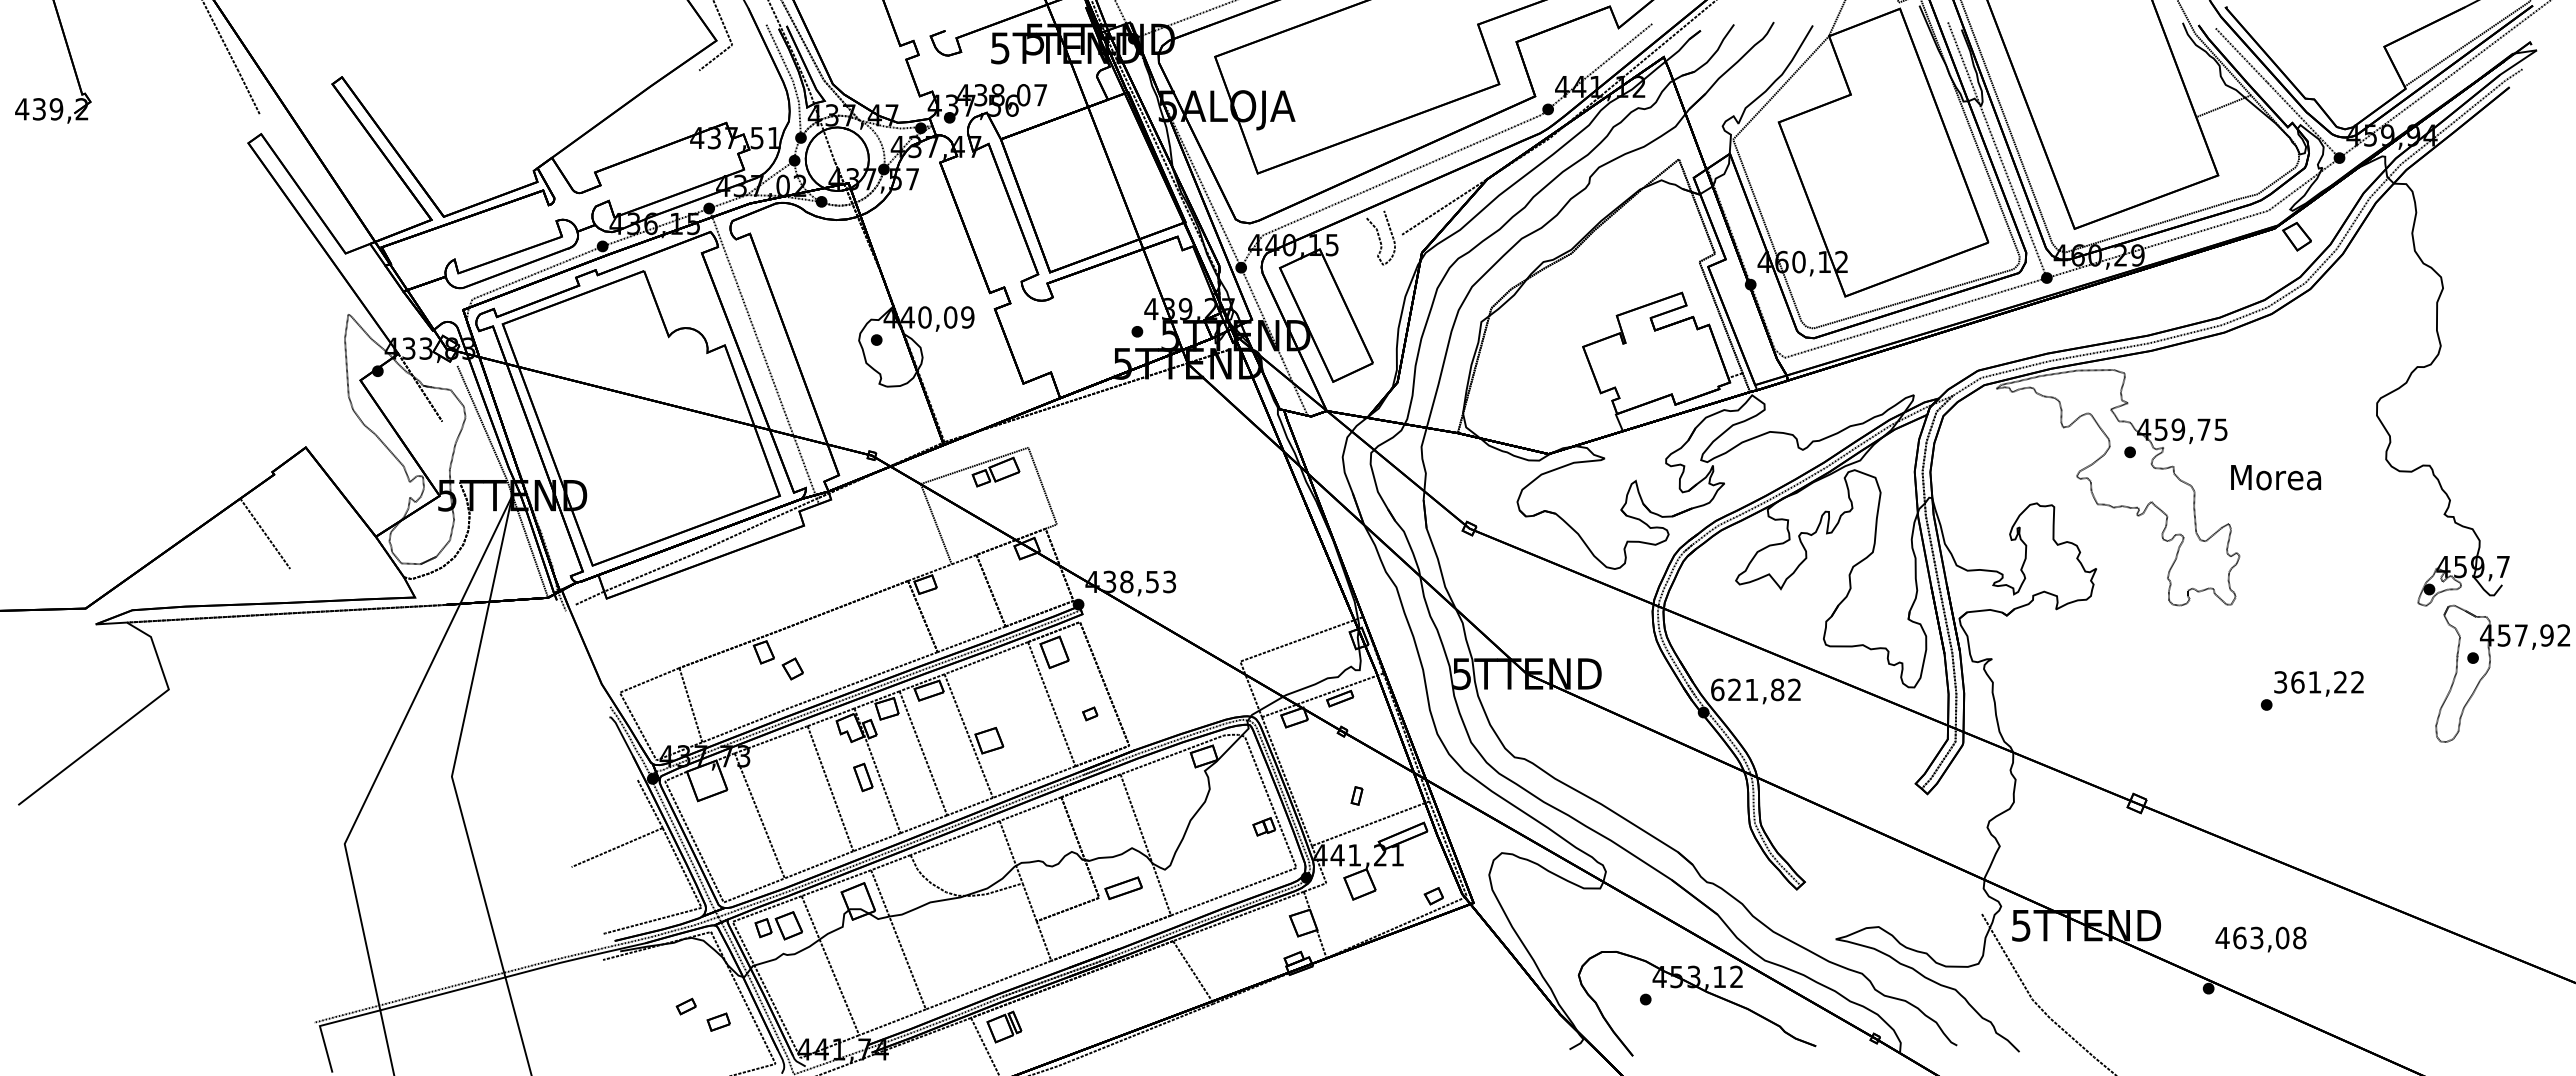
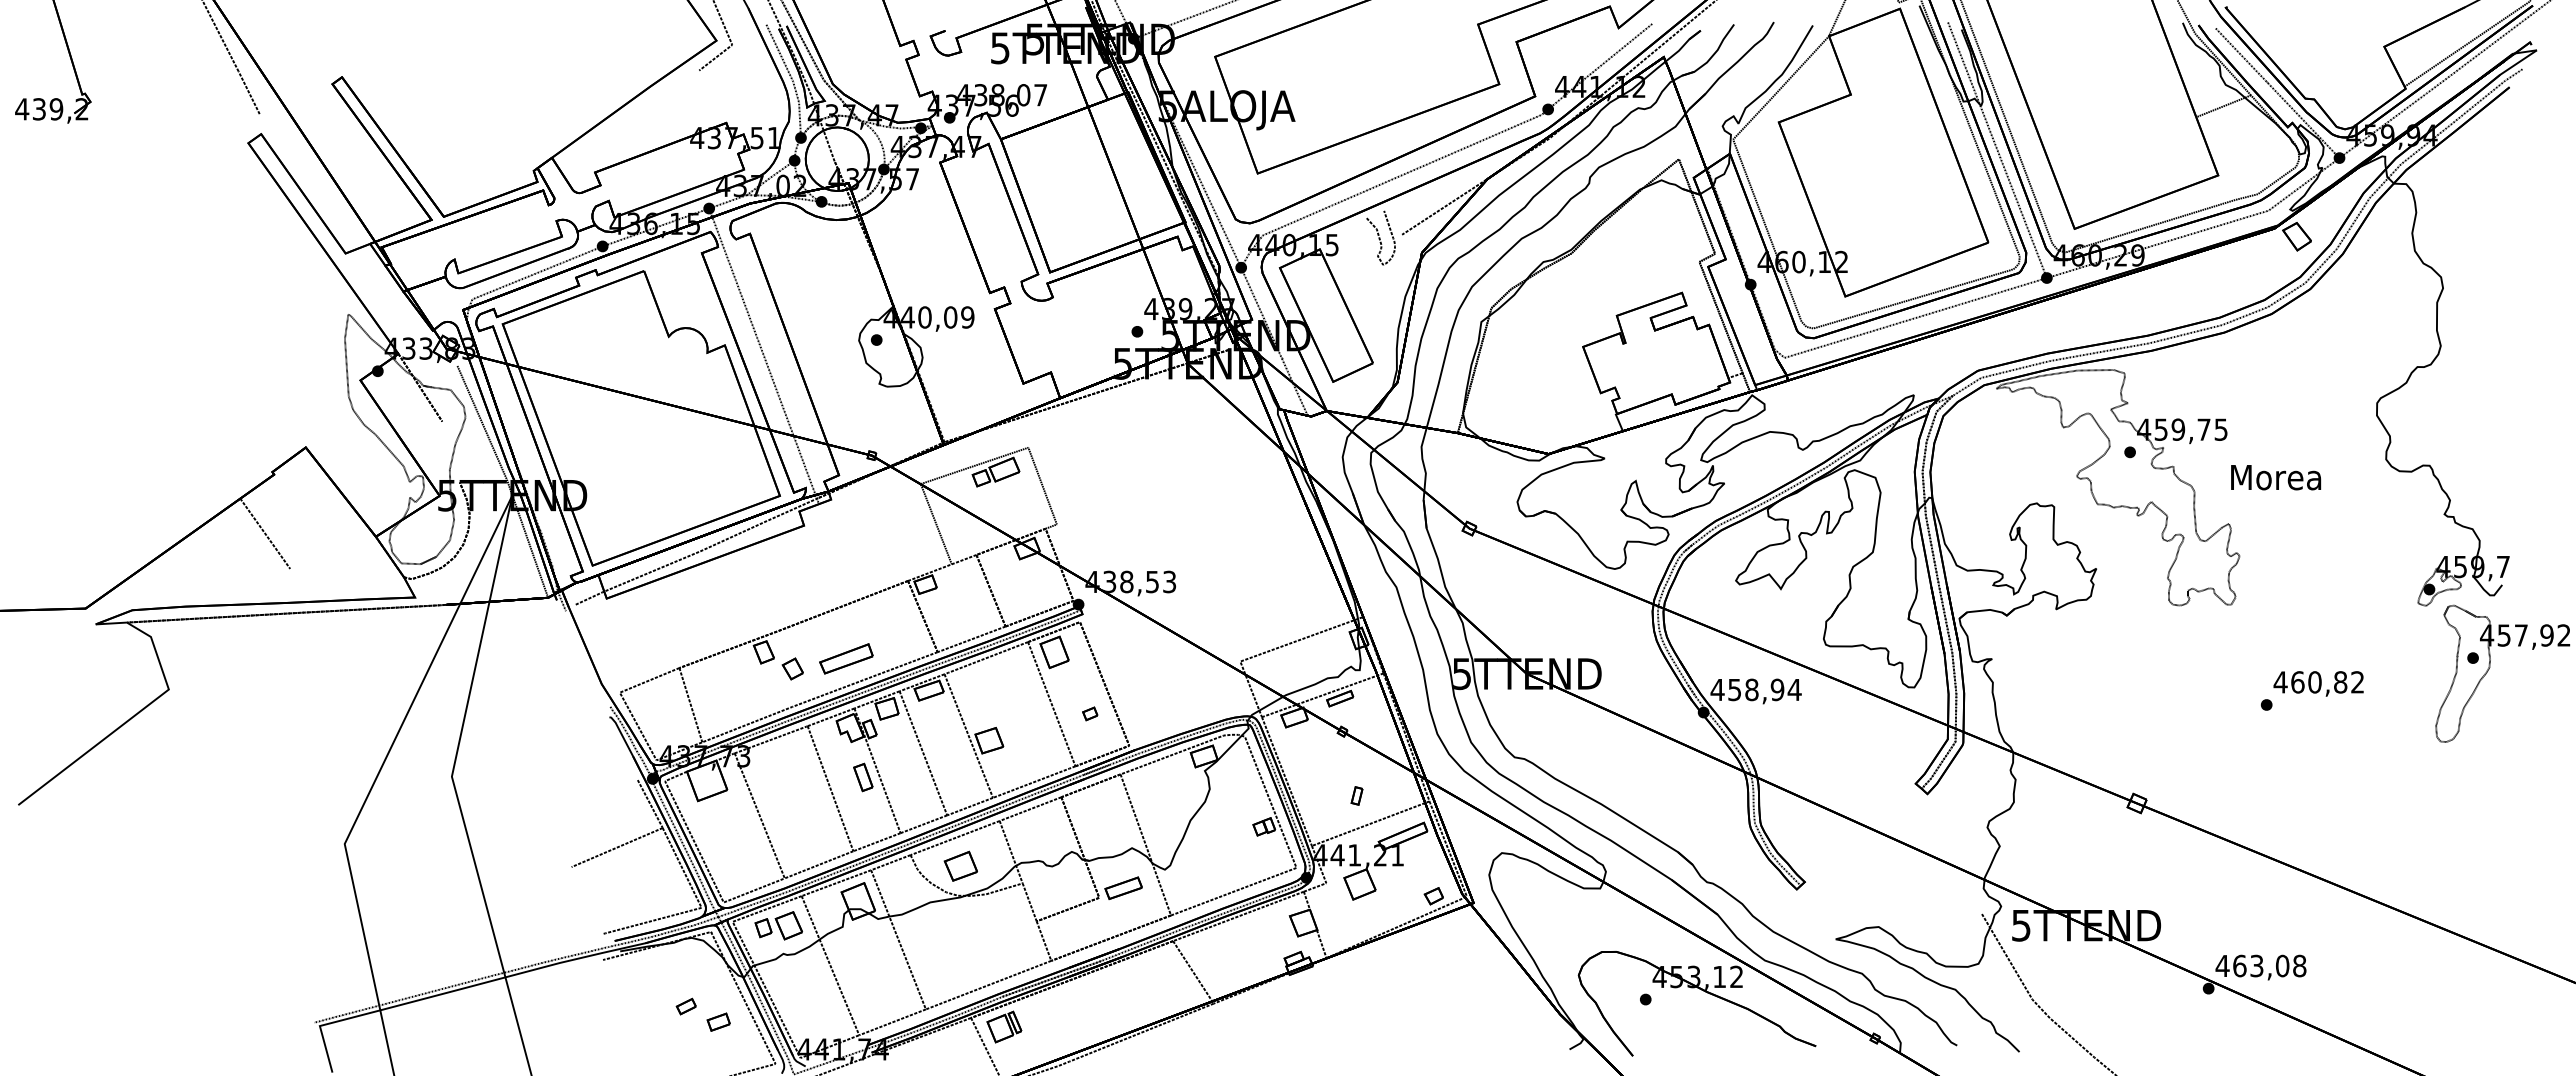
part at (846, 658): none -> present
text at (2310, 682): 361,22 -> 460,82
text at (1755, 689): 621,82 -> 458,94
part at (960, 865): none -> present
text at (2260, 939) position: (2260, 939) -> (2260, 967)
